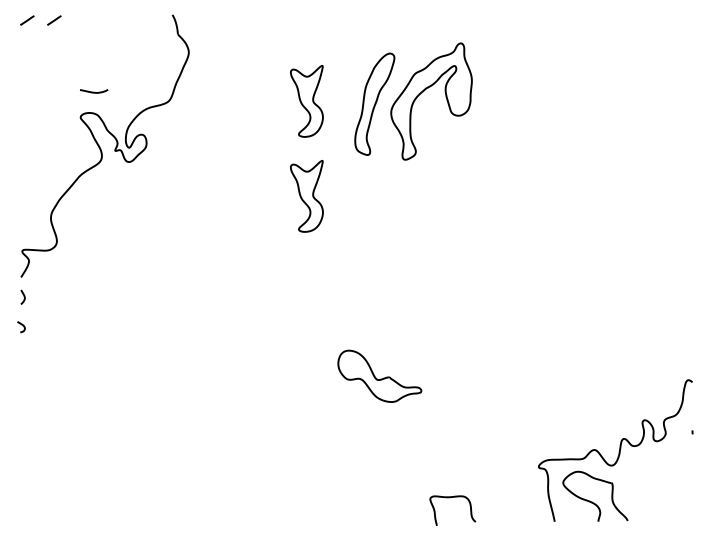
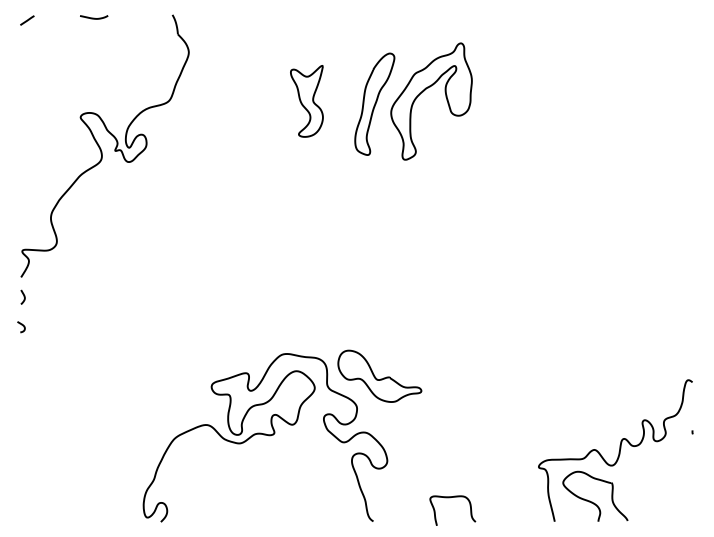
line at (54, 20): present -> none
curve at (94, 91) position: (94, 91) -> (94, 17)
part at (306, 196): present -> none
curve at (265, 435): none -> present
